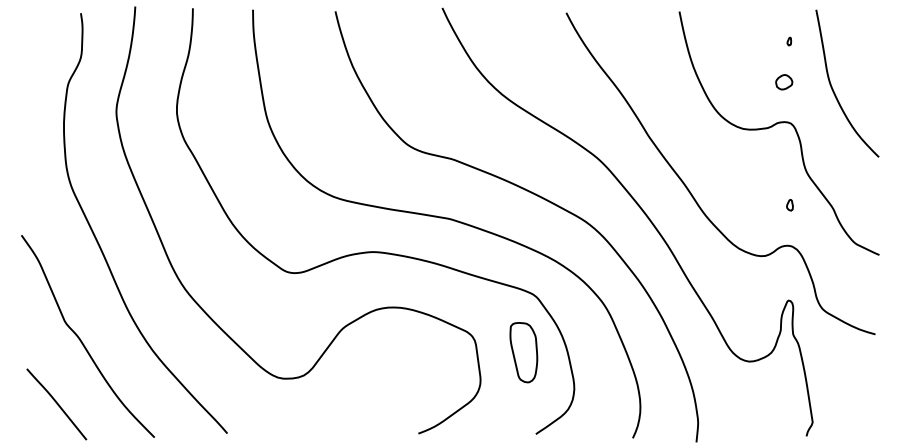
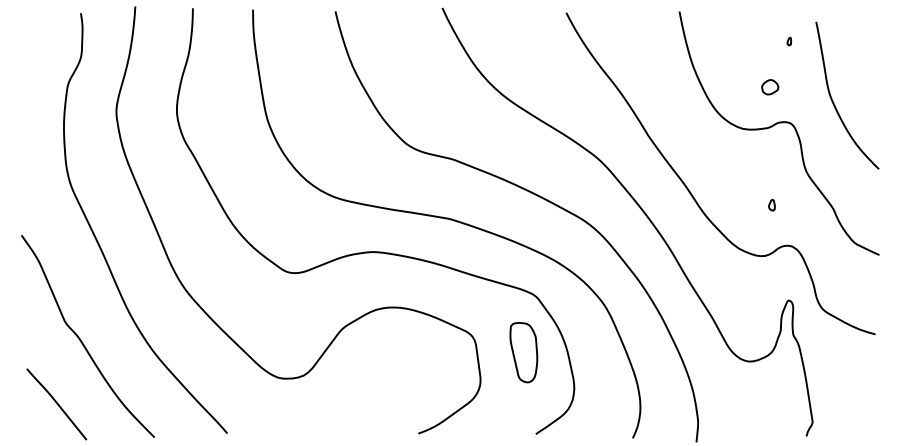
part at (784, 82) position: (784, 82) -> (770, 87)
curve at (833, 88) position: (833, 88) -> (833, 100)
part at (789, 204) position: (789, 204) -> (771, 204)
